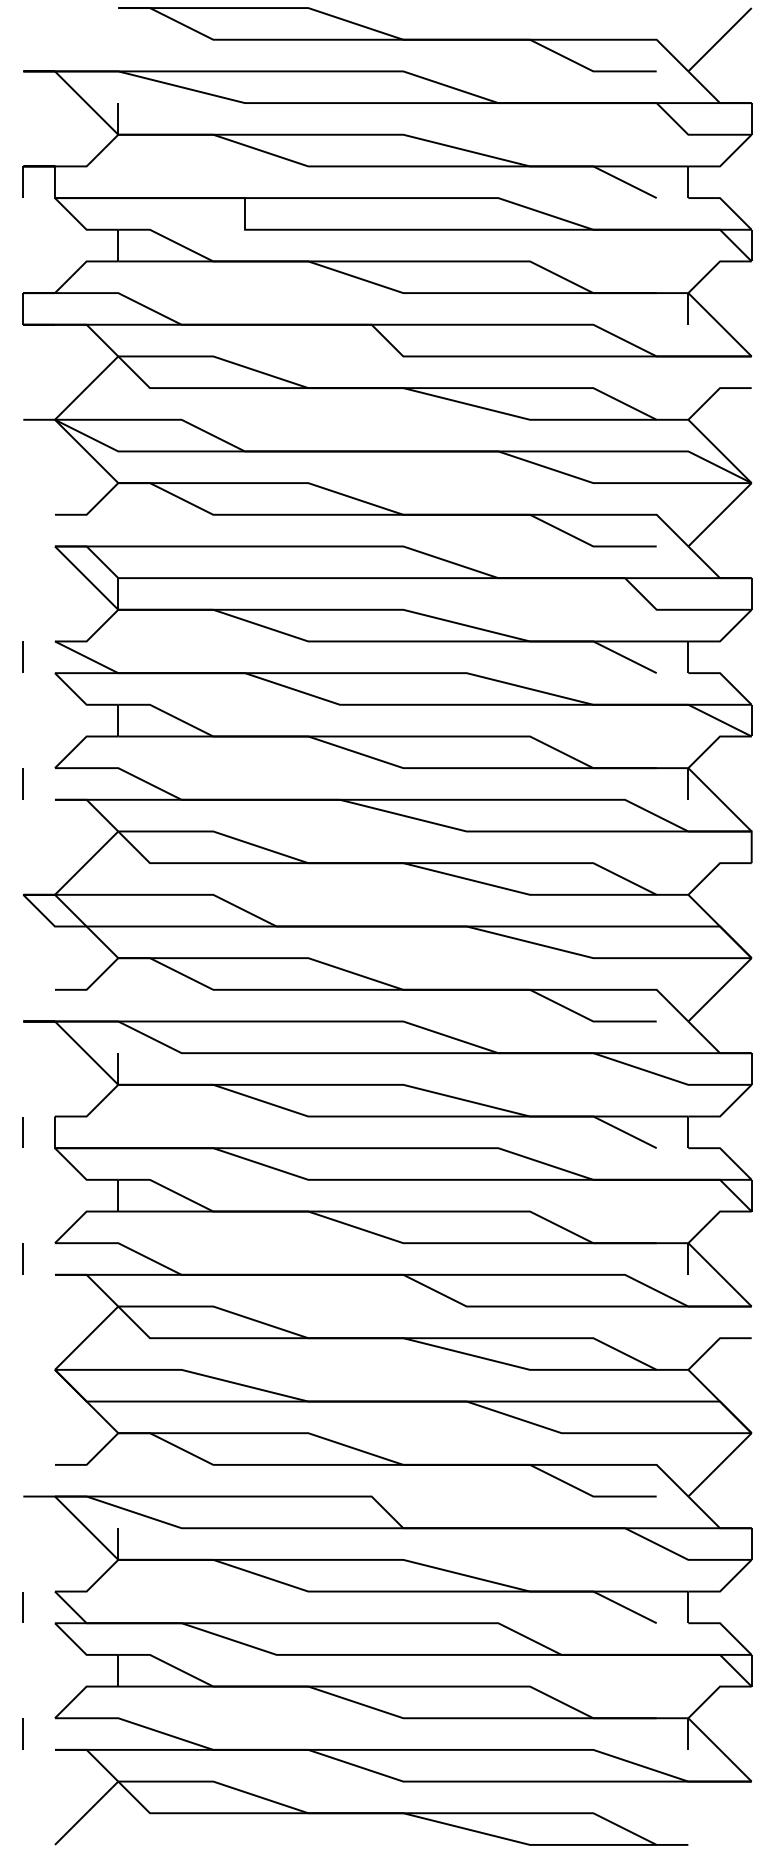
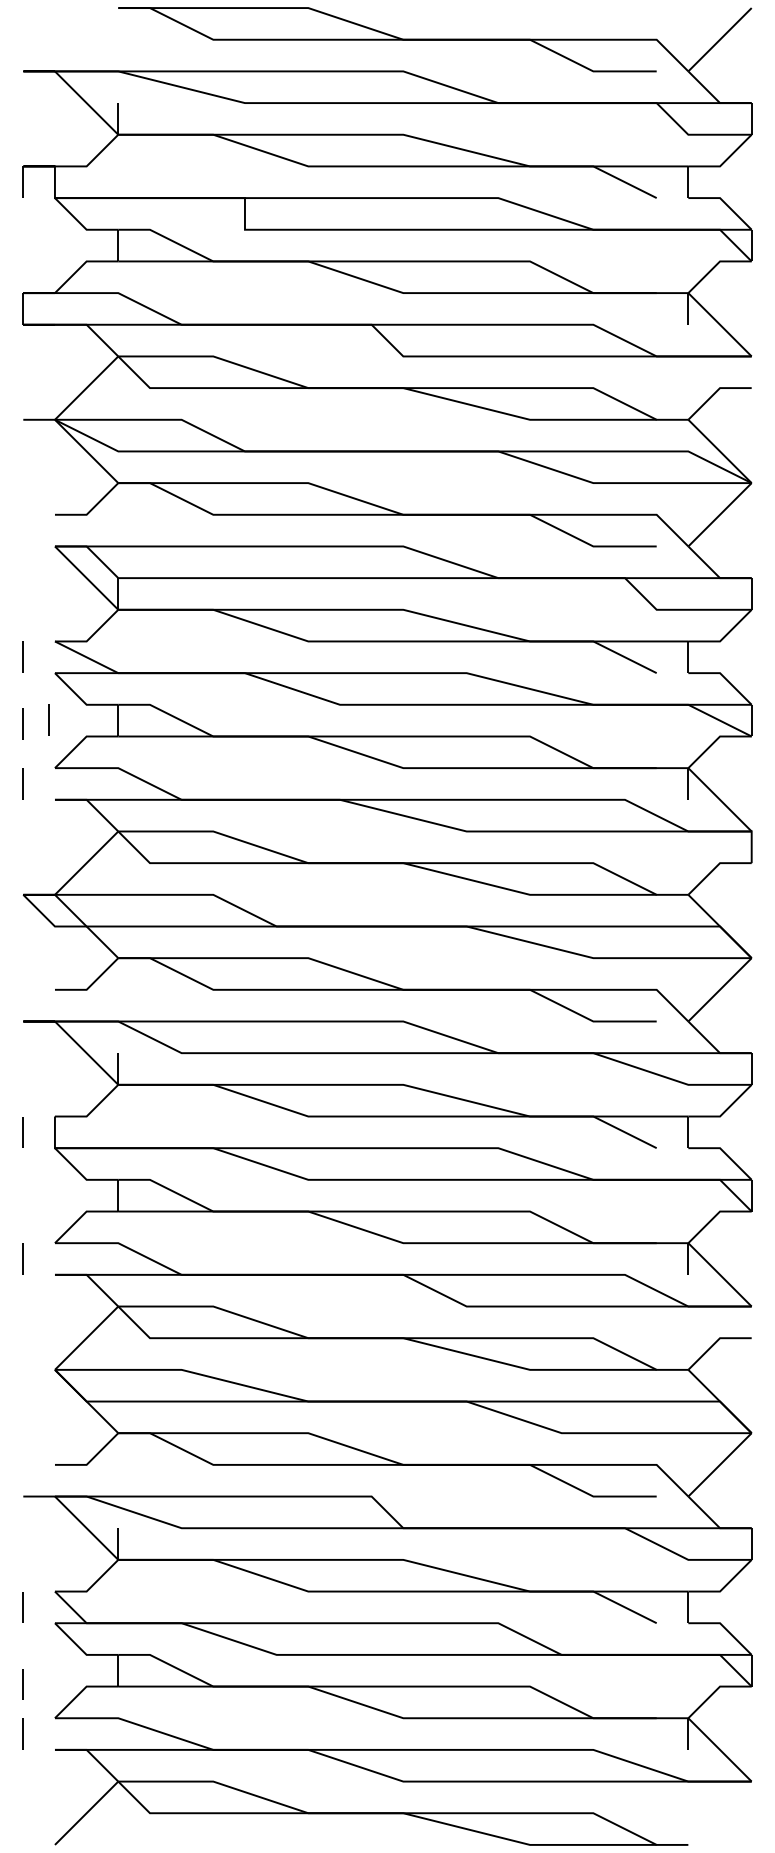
line at (48, 719): none -> present
line at (22, 723): none -> present
line at (22, 1684): none -> present
